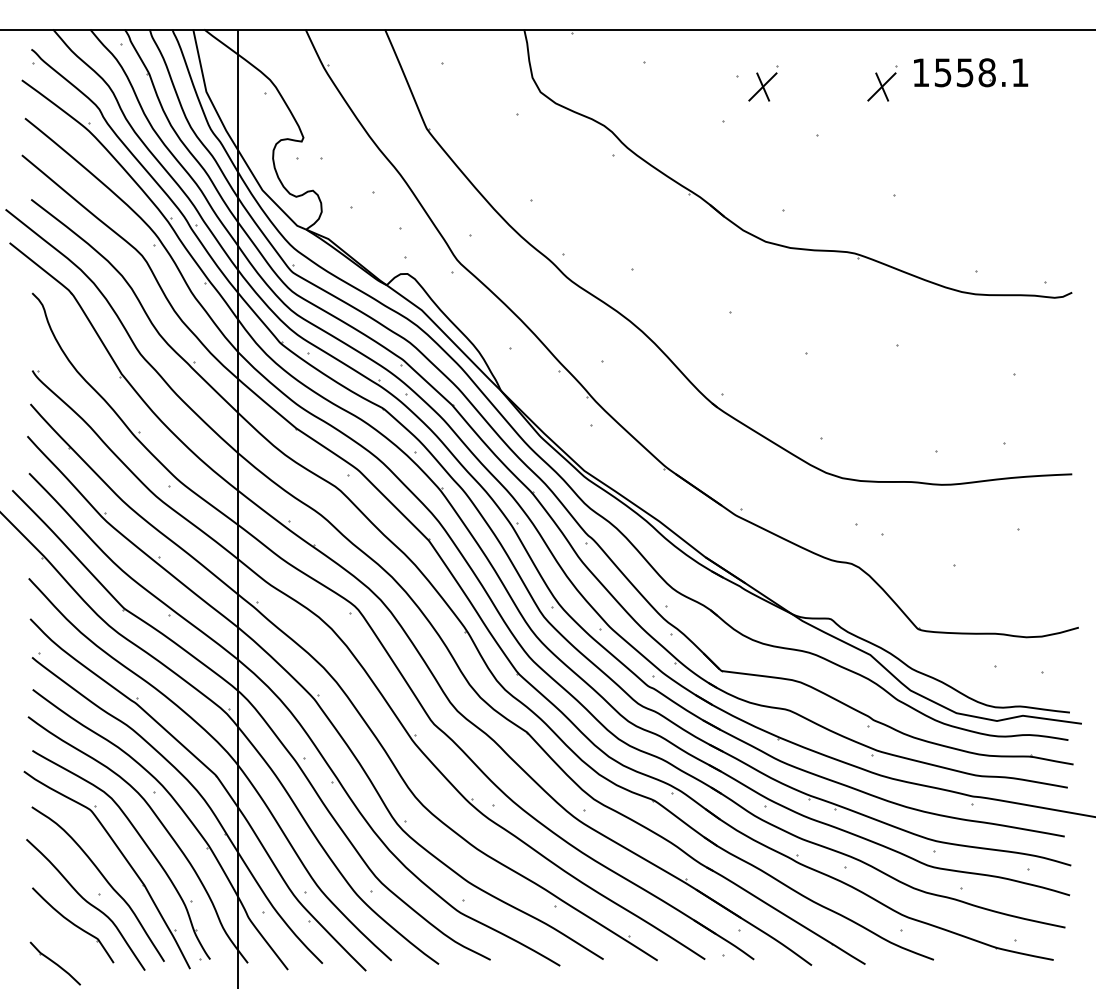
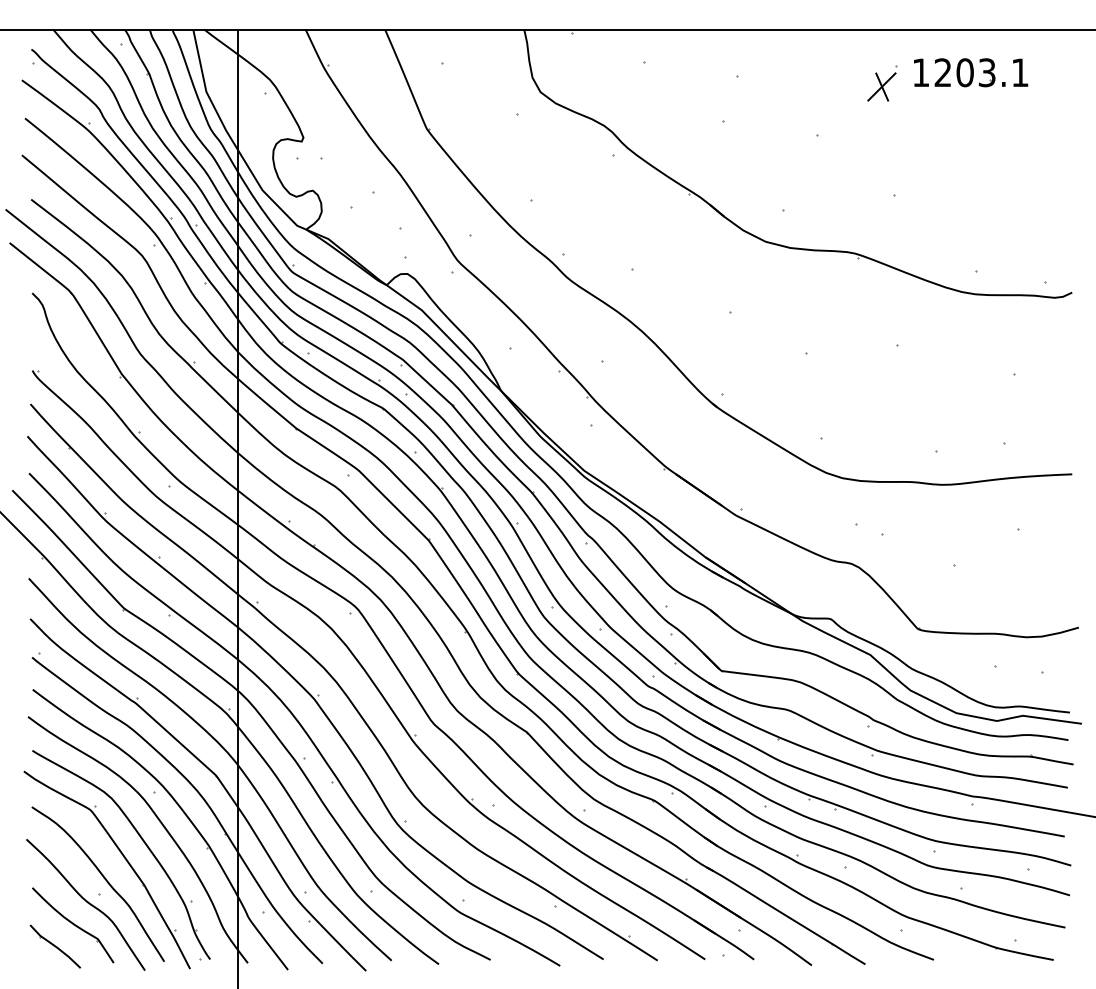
text at (964, 72): 1558.1 -> 1203.1
part at (763, 83): present -> none
part at (54, 963) position: (54, 963) -> (54, 946)
